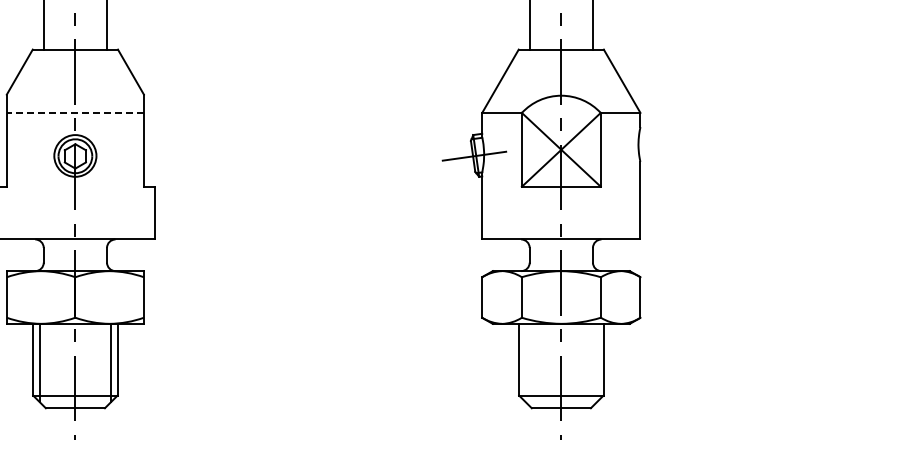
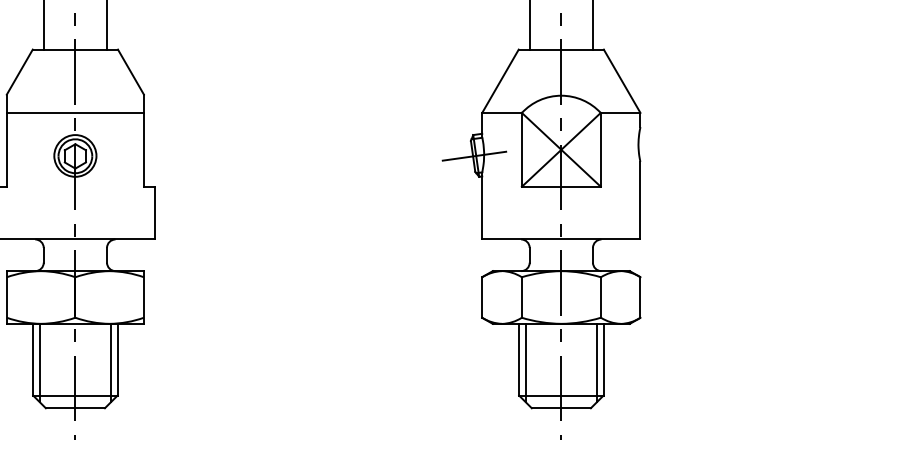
line at (75, 112): dashed -> solid
line at (525, 362): none -> present
line at (596, 362): none -> present
